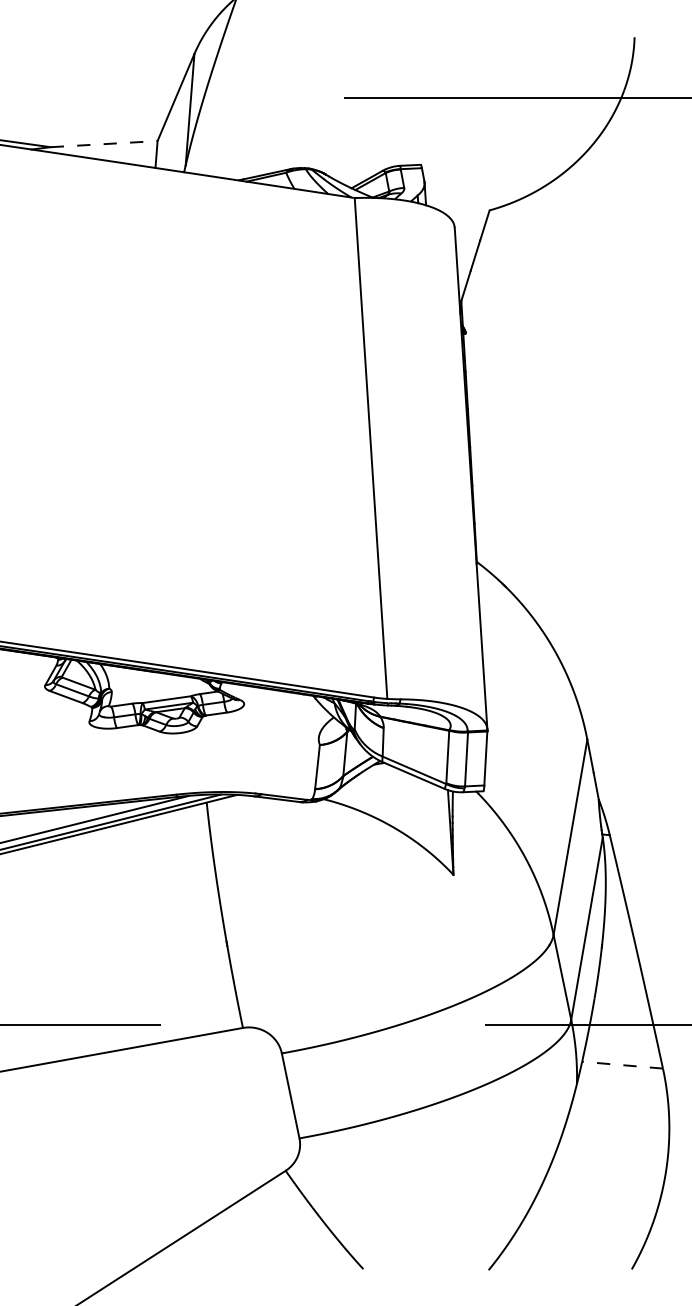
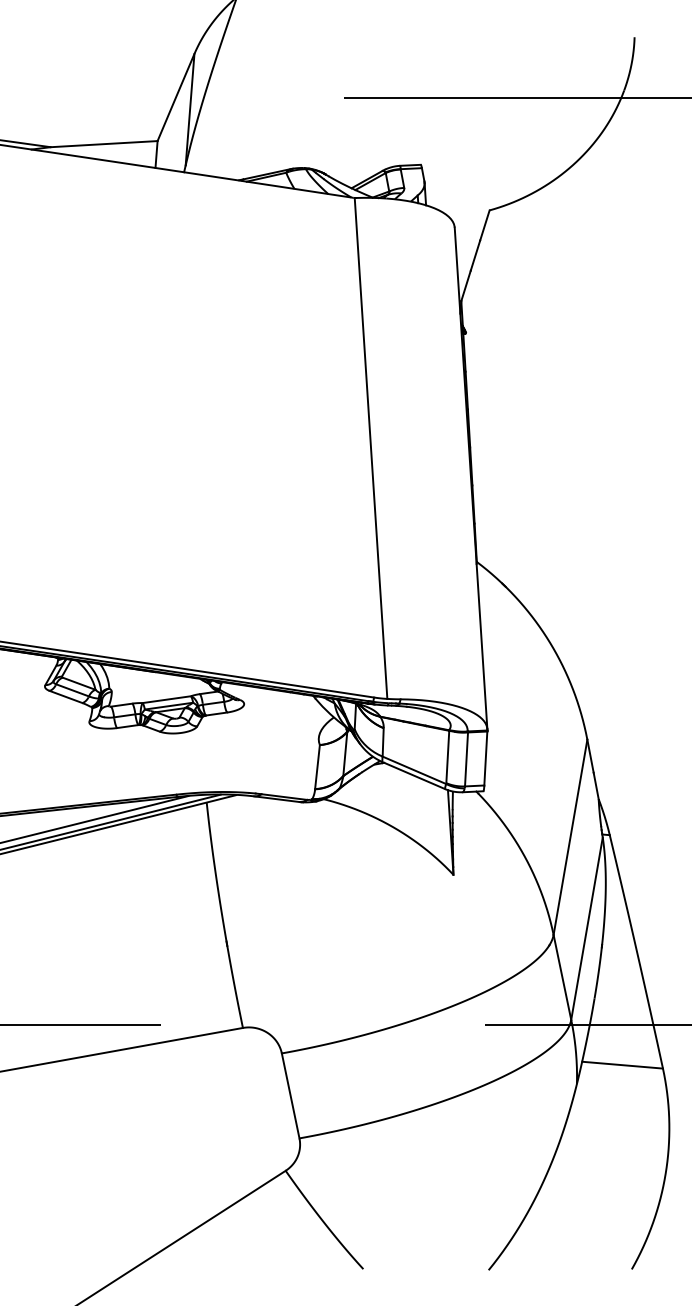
line at (104, 144): dashed -> solid
line at (622, 1065): dashed -> solid
